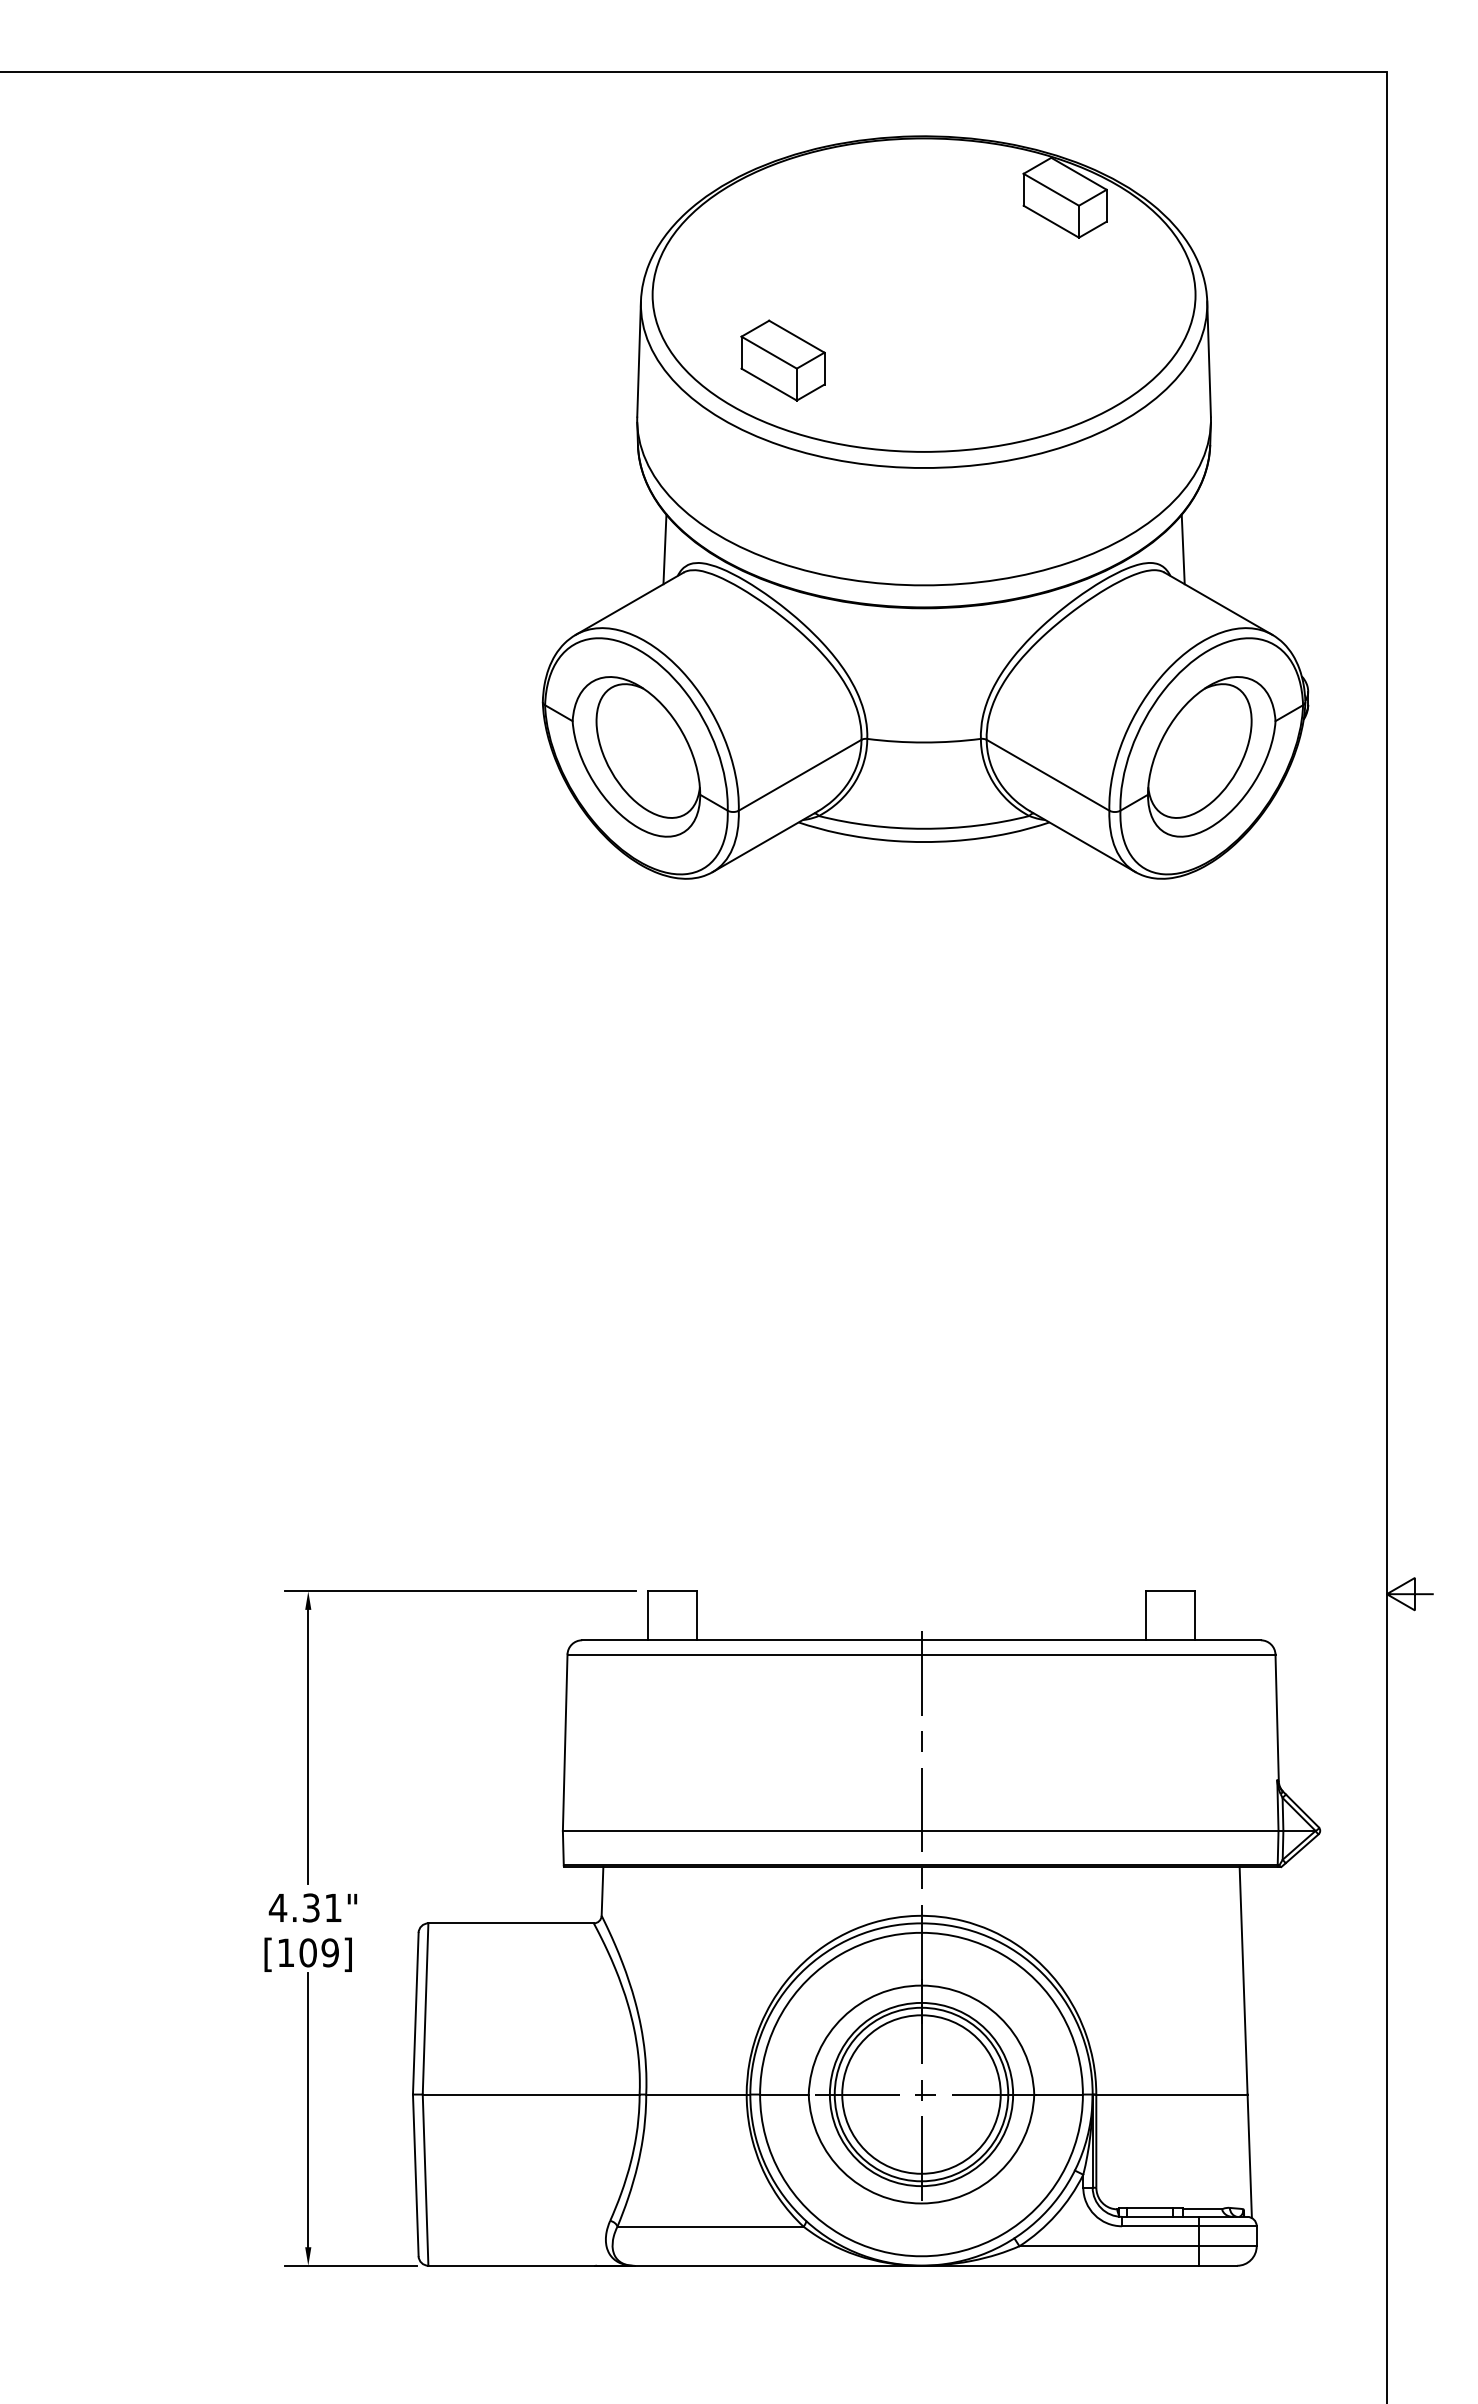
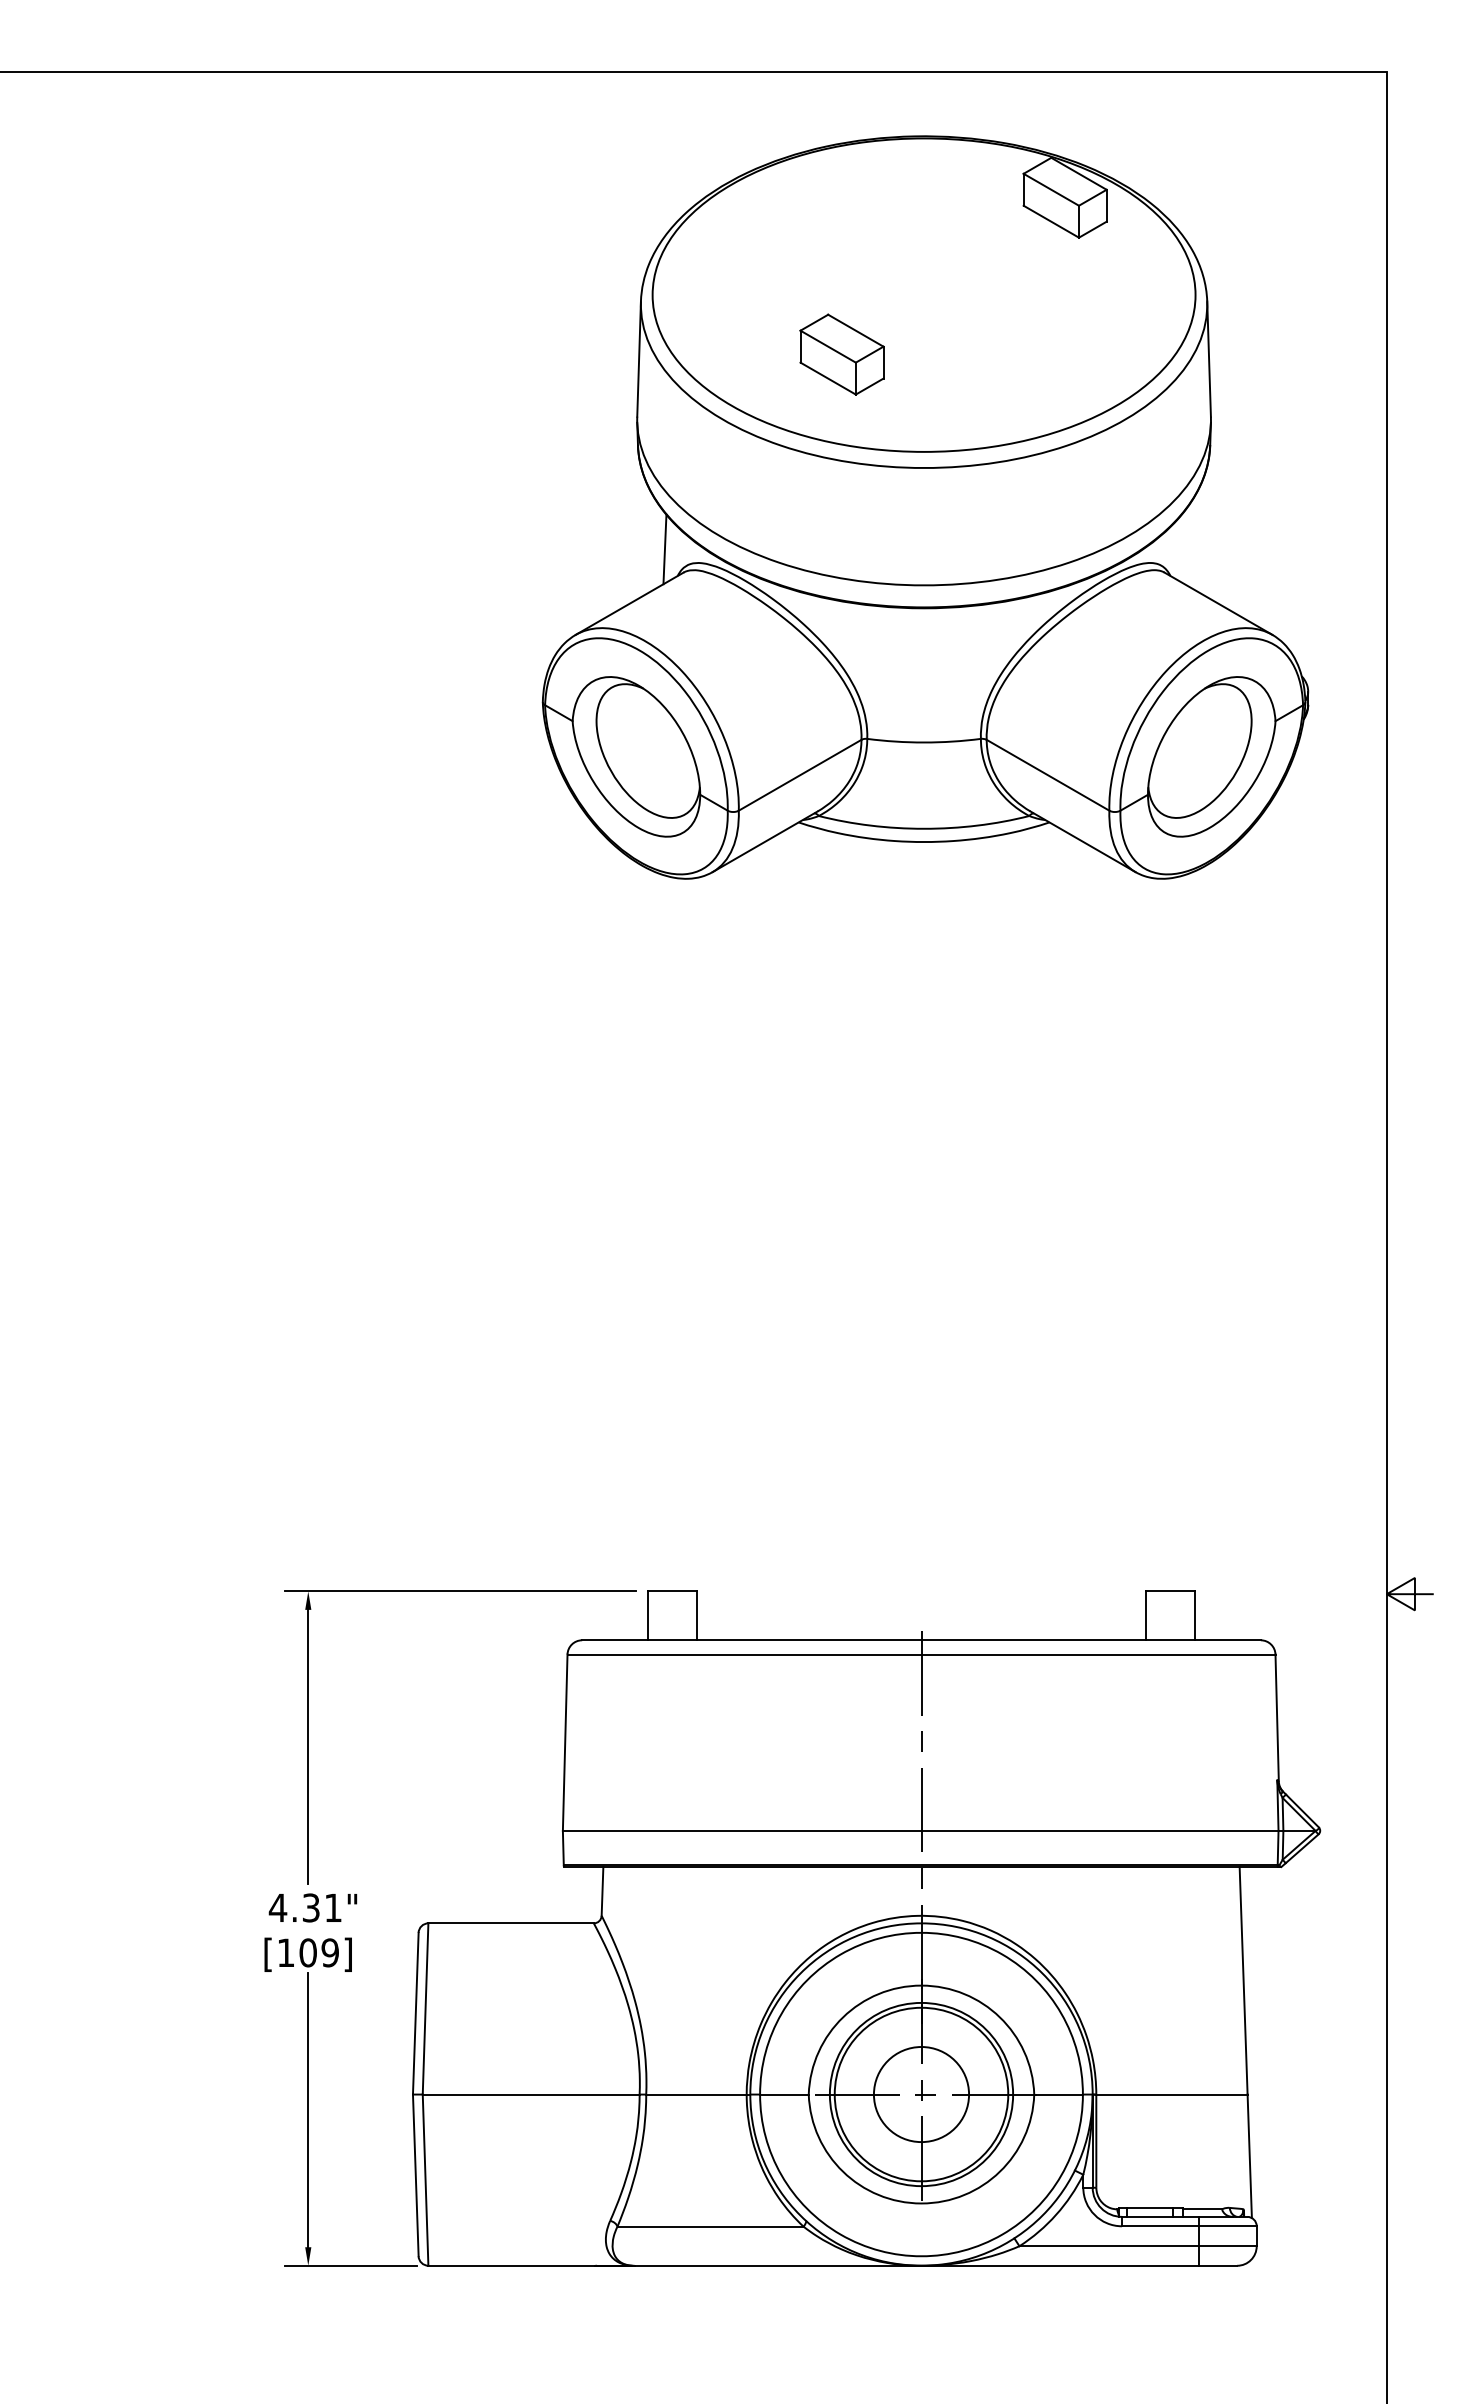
part at (782, 360) position: (782, 360) -> (841, 354)
line at (1182, 549): present -> none
circle at (921, 2094) diameter: 159 px -> 95 px
